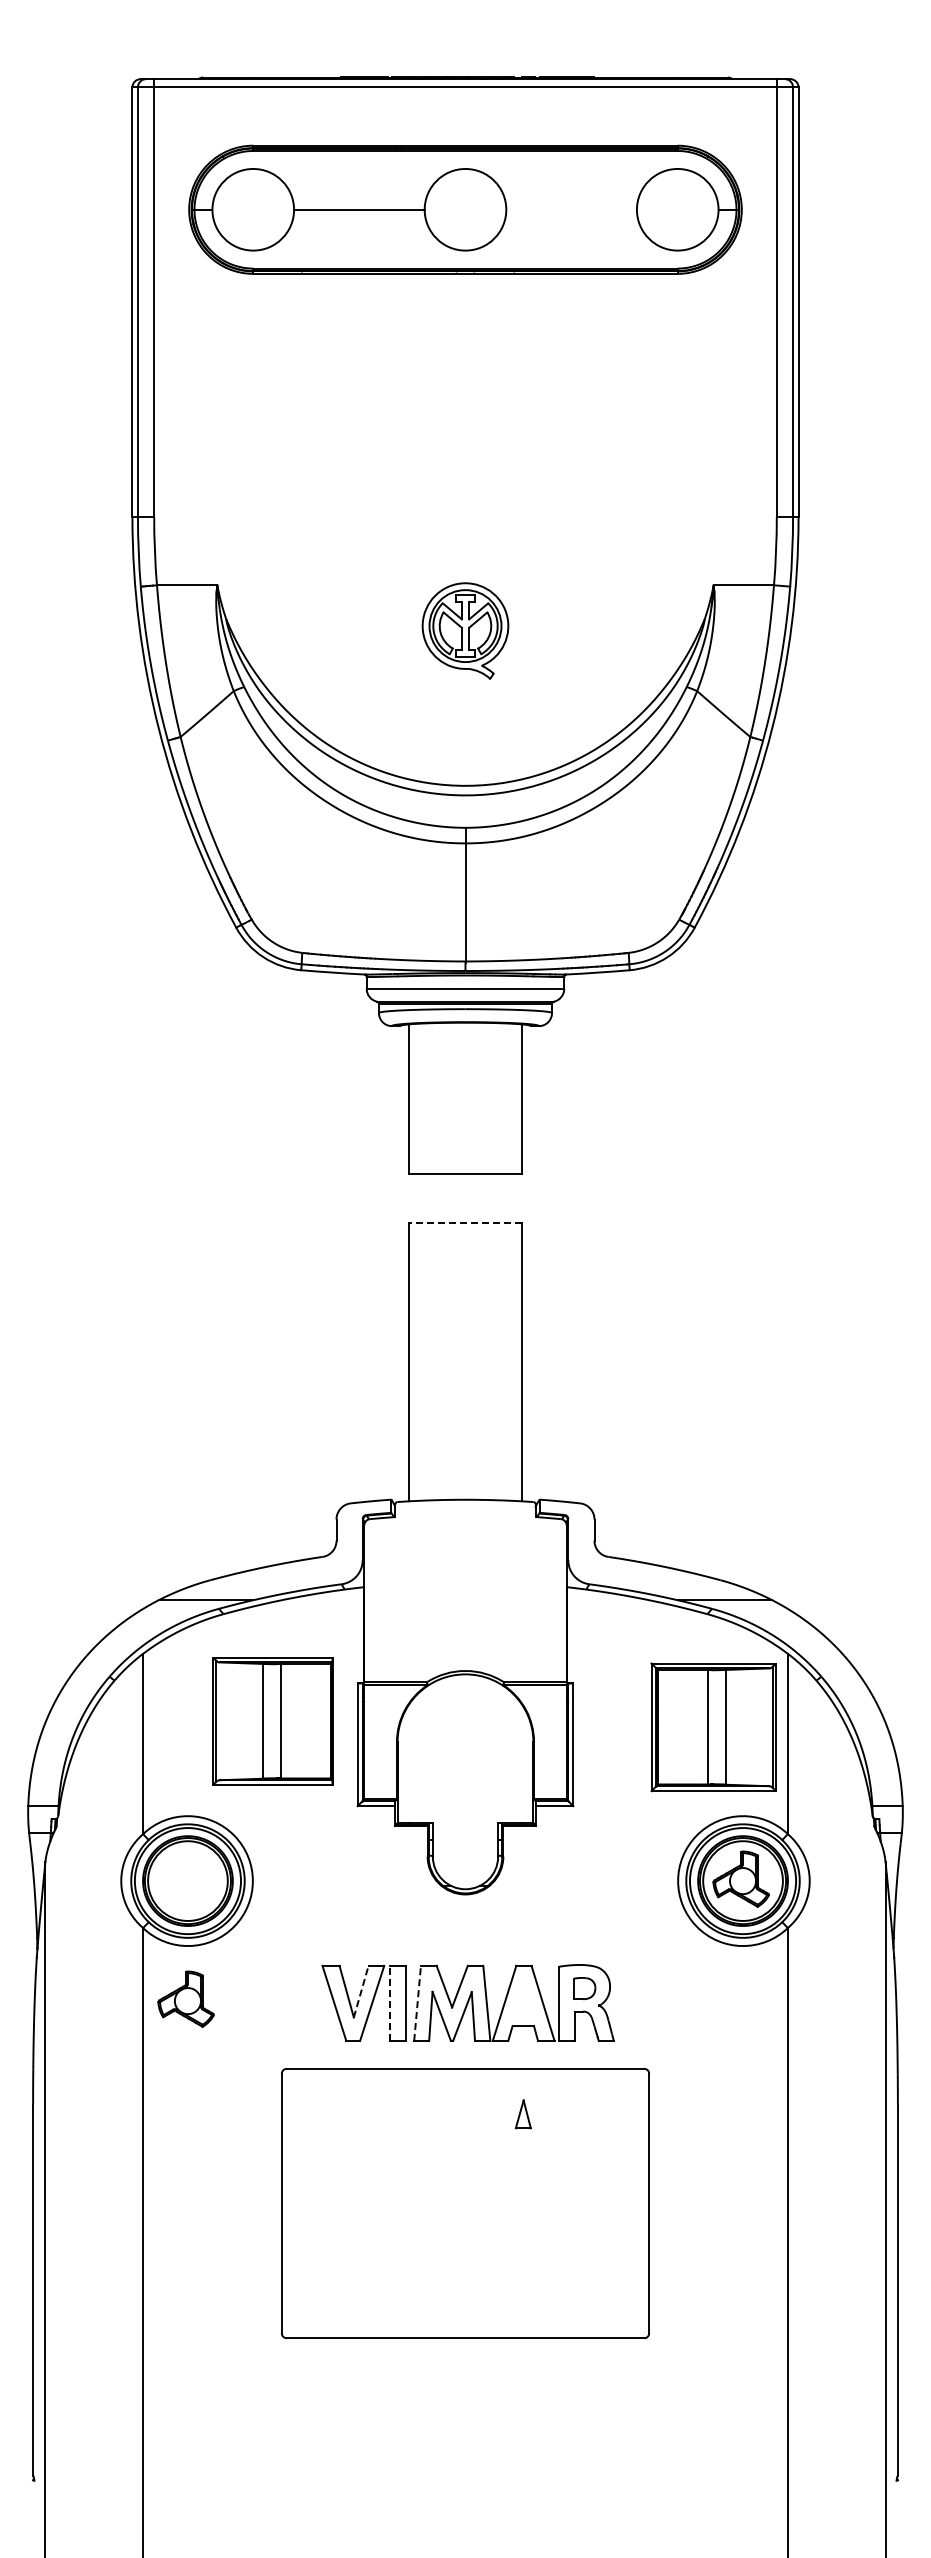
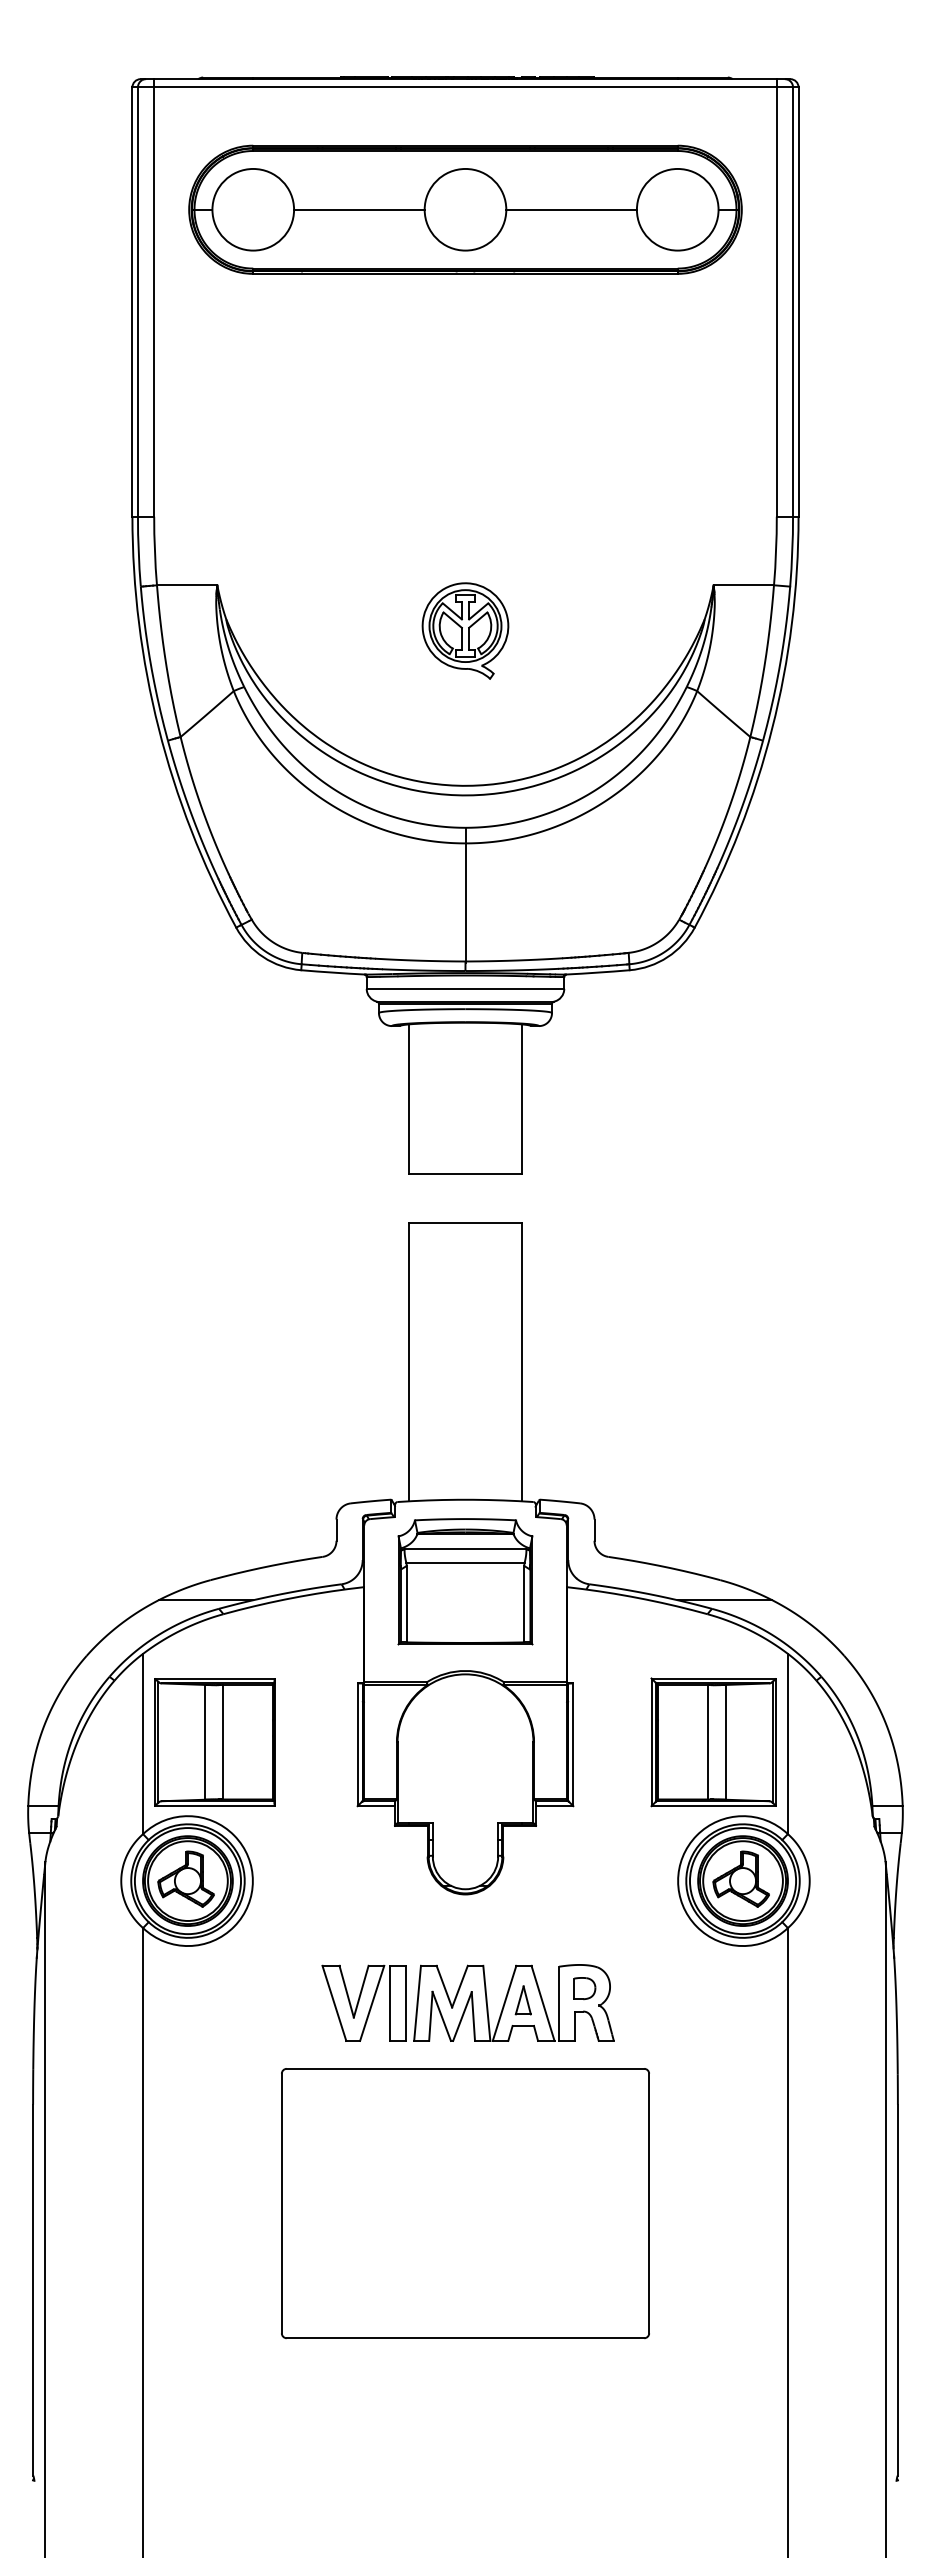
line at (571, 209): none -> present
line at (465, 1223): dashed -> solid
part at (465, 1581): none -> present
part at (272, 1721) position: (272, 1721) -> (214, 1742)
part at (713, 1727) position: (713, 1727) -> (713, 1742)
line at (361, 1991): dashed -> solid
part at (185, 1998) position: (185, 1998) -> (185, 1878)
line at (390, 2003): dashed -> solid
line at (417, 2003): dashed -> solid
part at (522, 2114) position: (522, 2114) -> (522, 2000)
